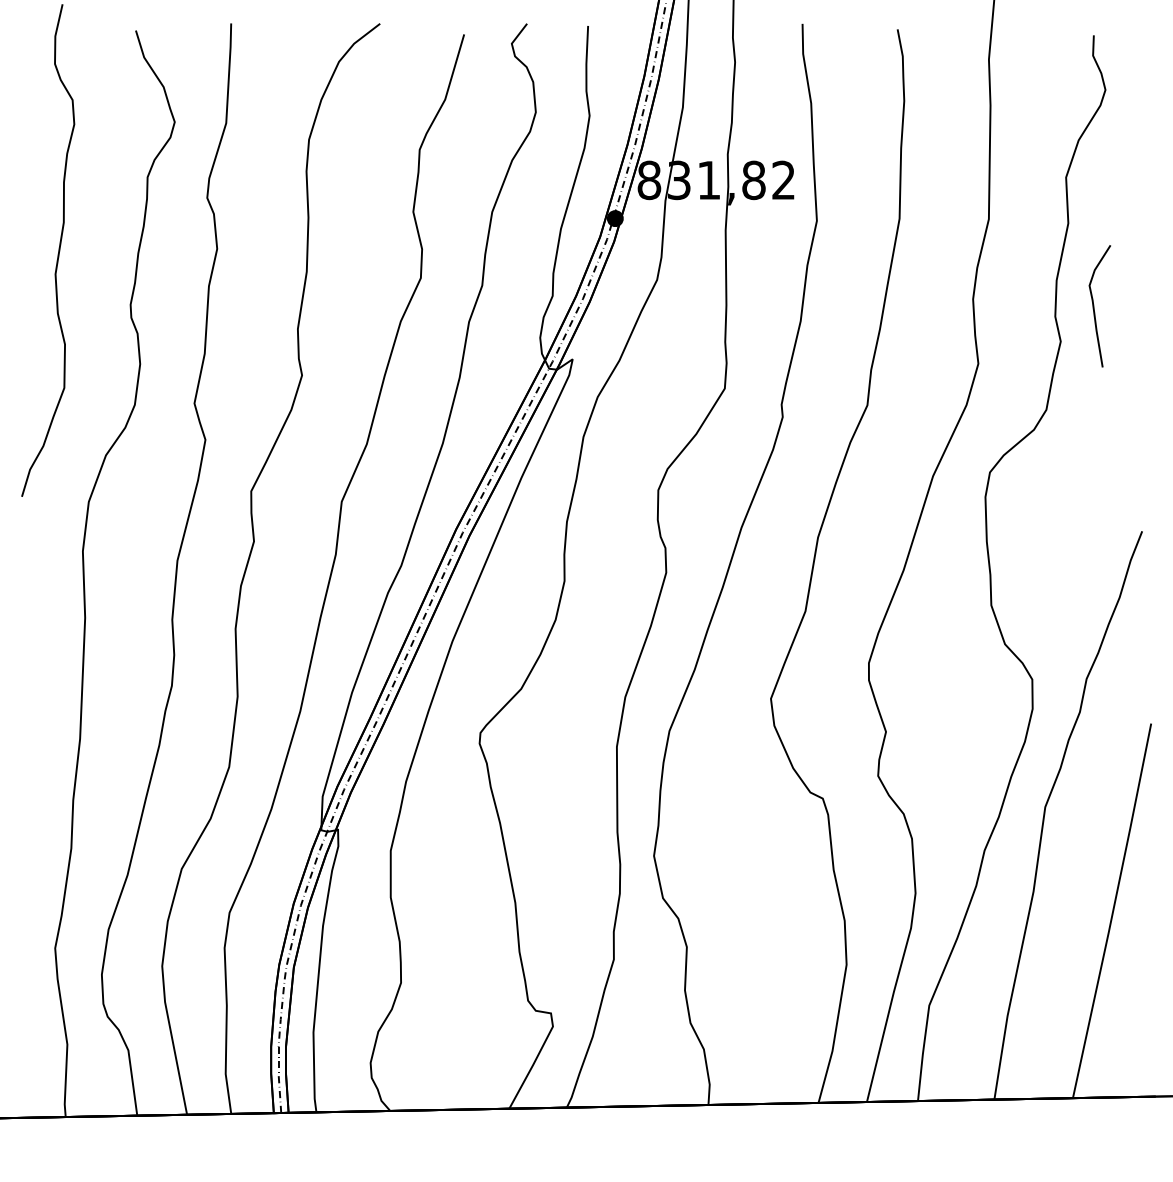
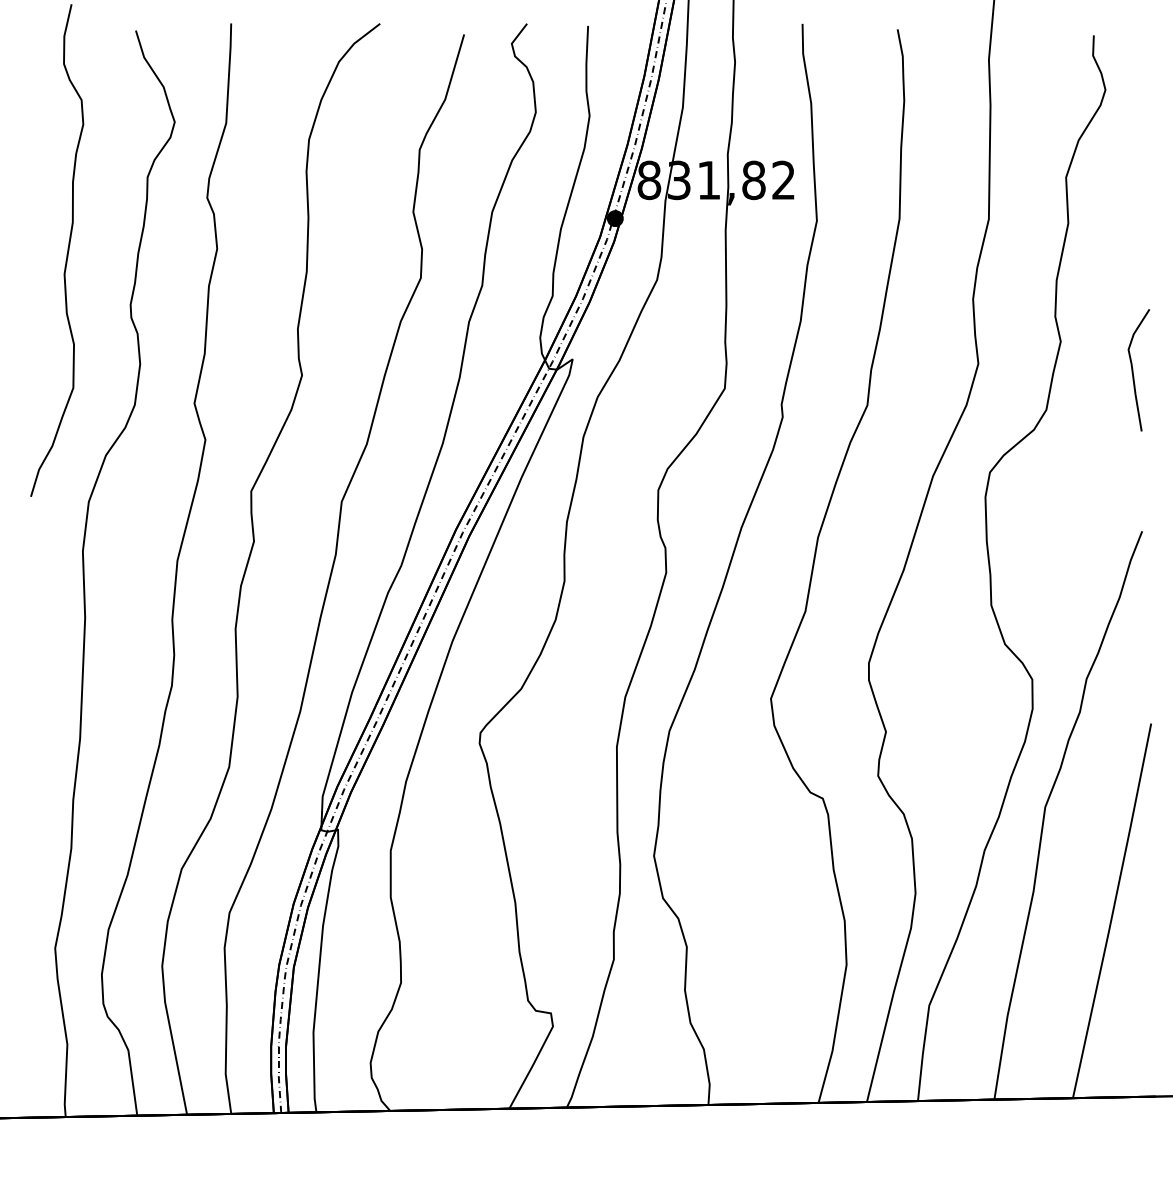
curve at (57, 254) position: (57, 254) -> (66, 254)
curve at (1094, 306) position: (1094, 306) -> (1133, 370)
